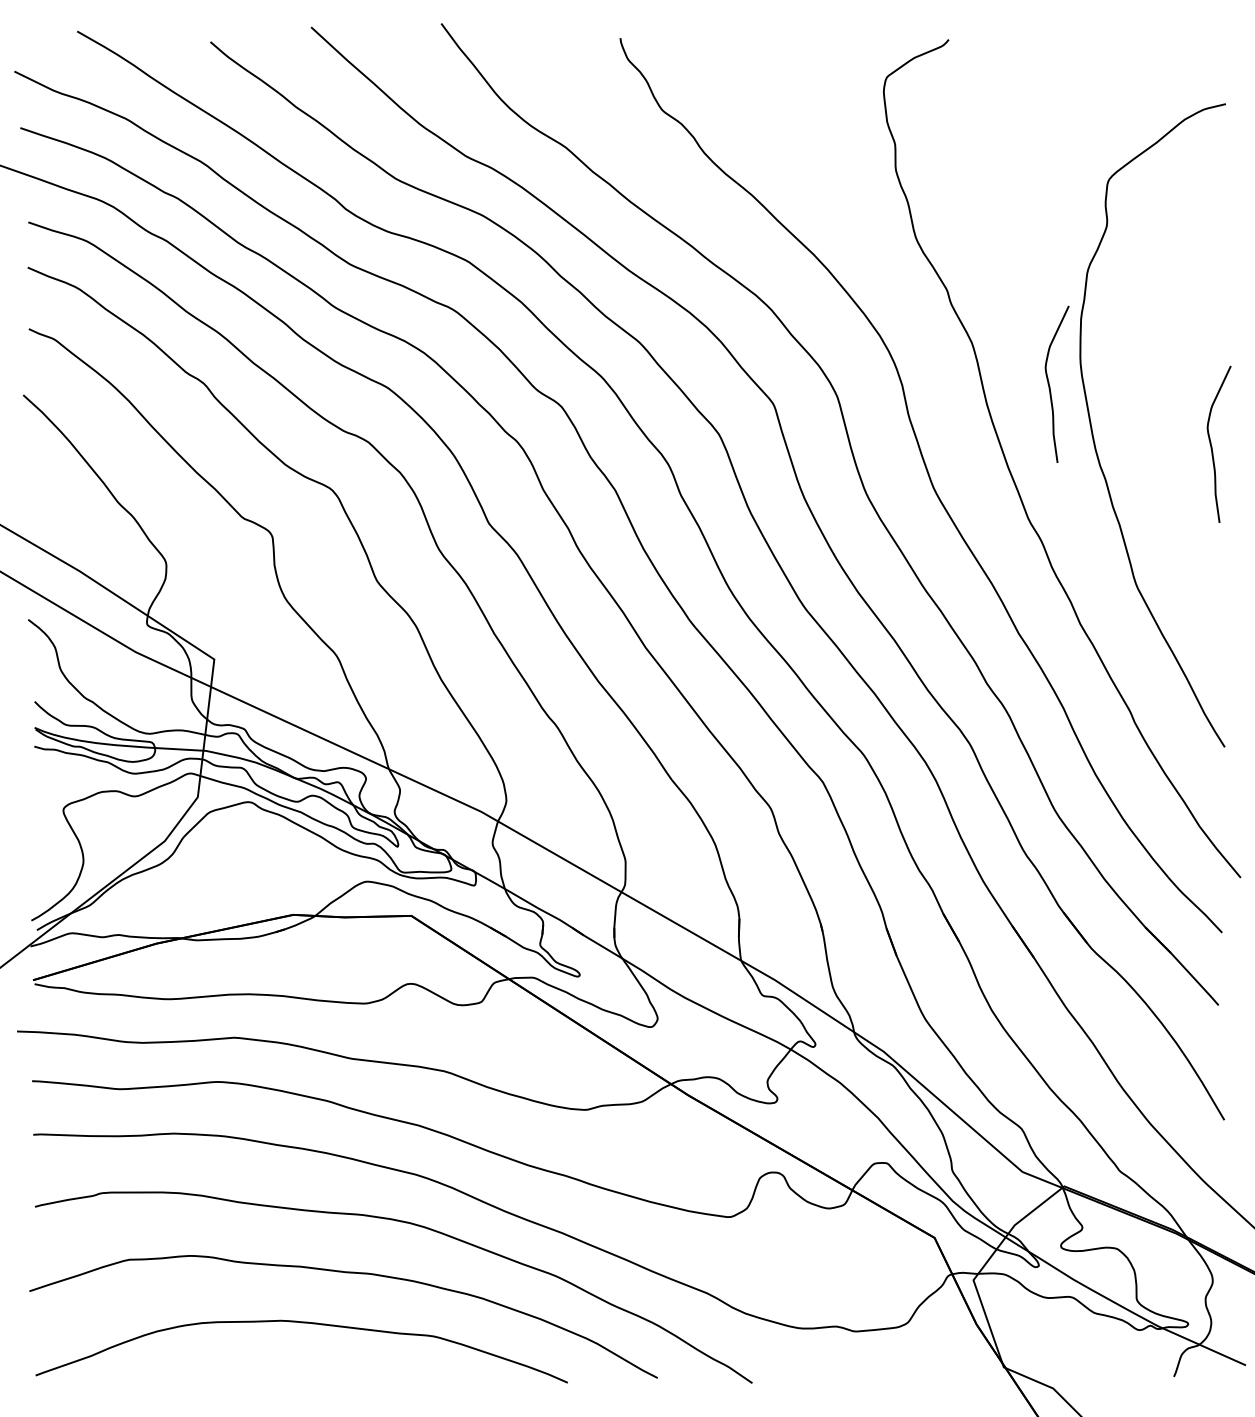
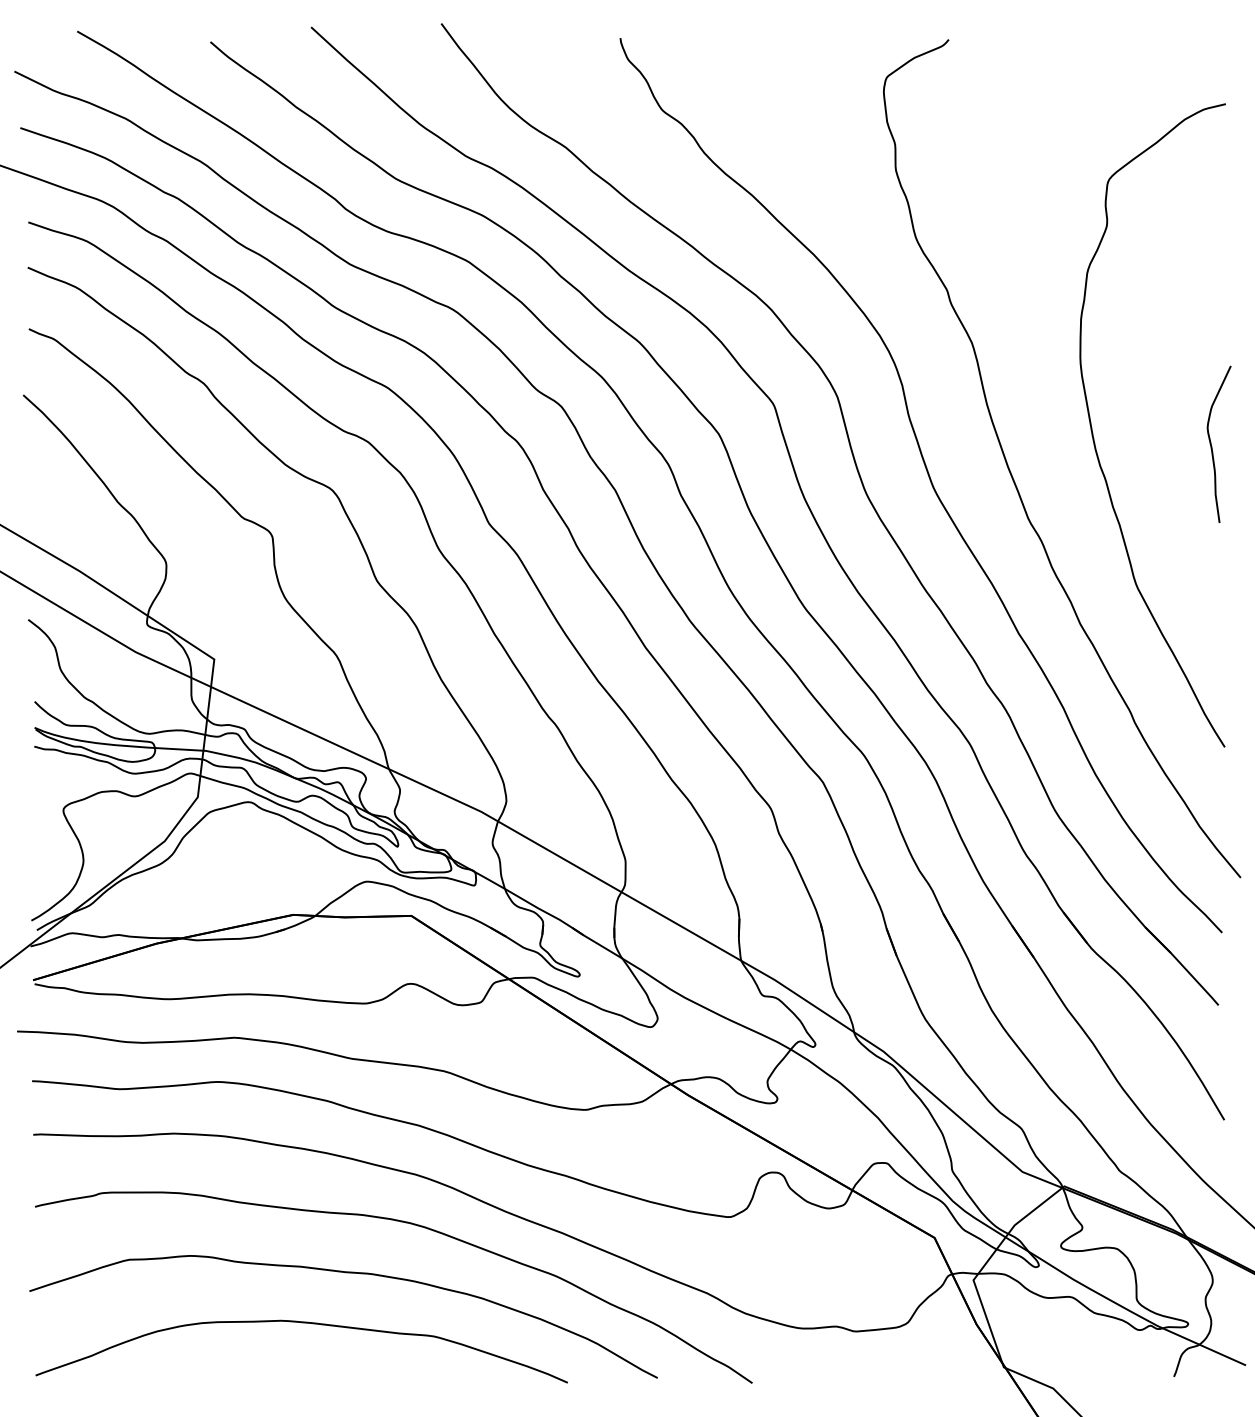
curve at (1050, 386): present -> none
